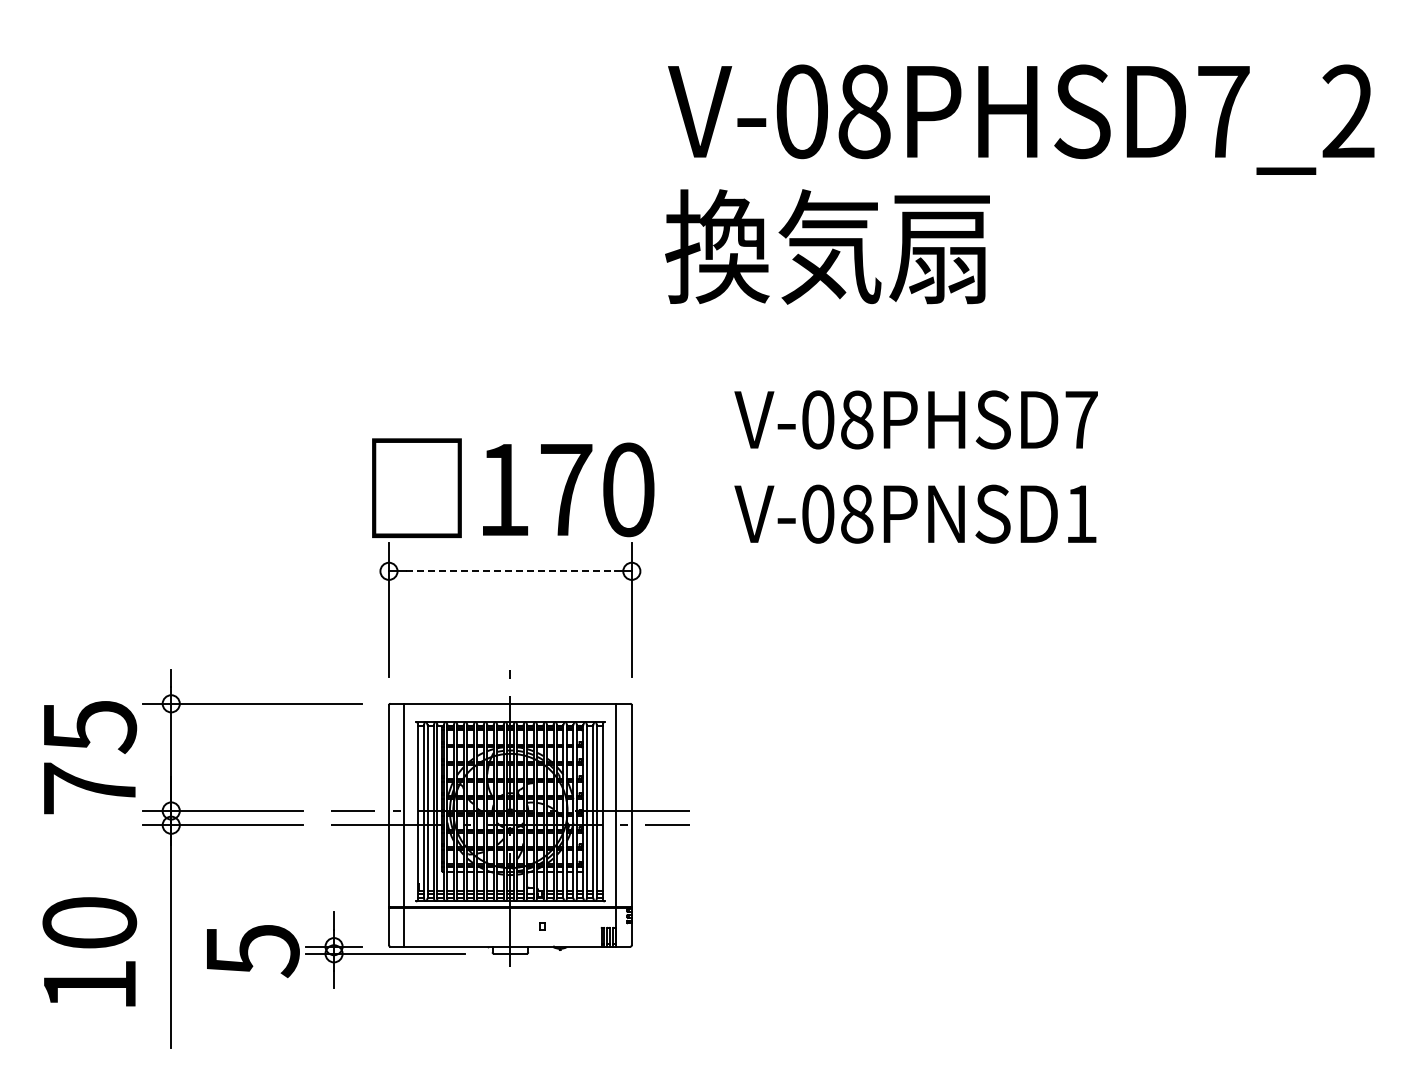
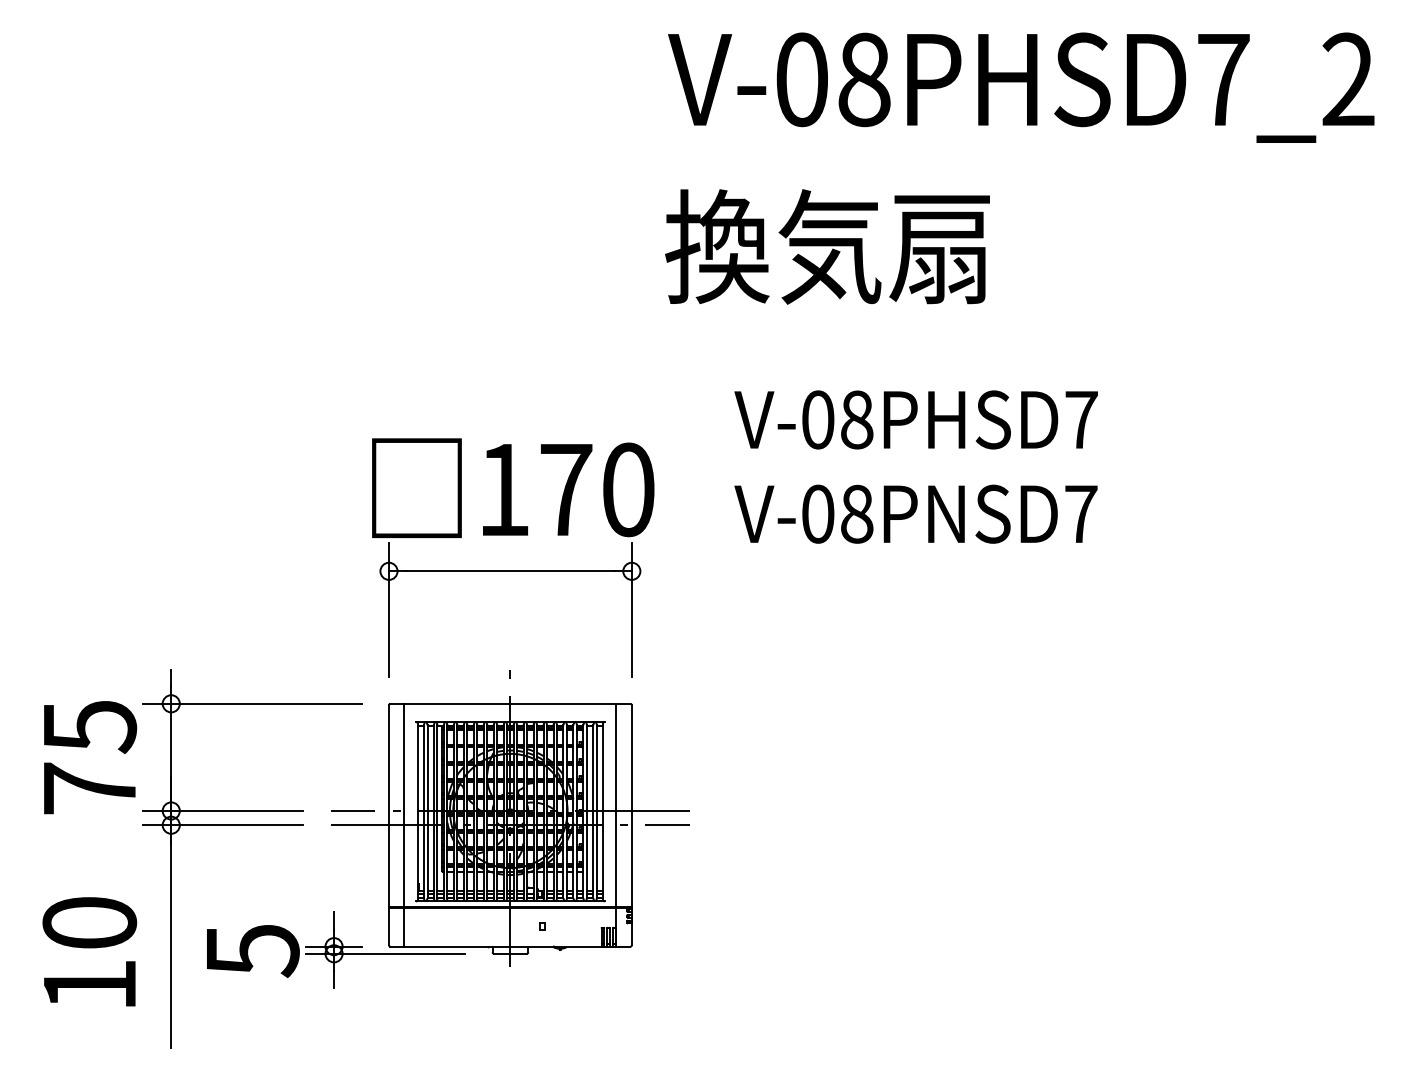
text at (1021, 119) position: (1021, 119) -> (1021, 87)
text at (1081, 513): V-08PNSD1 -> V-08PNSD7
line at (510, 571): dashed -> solid
